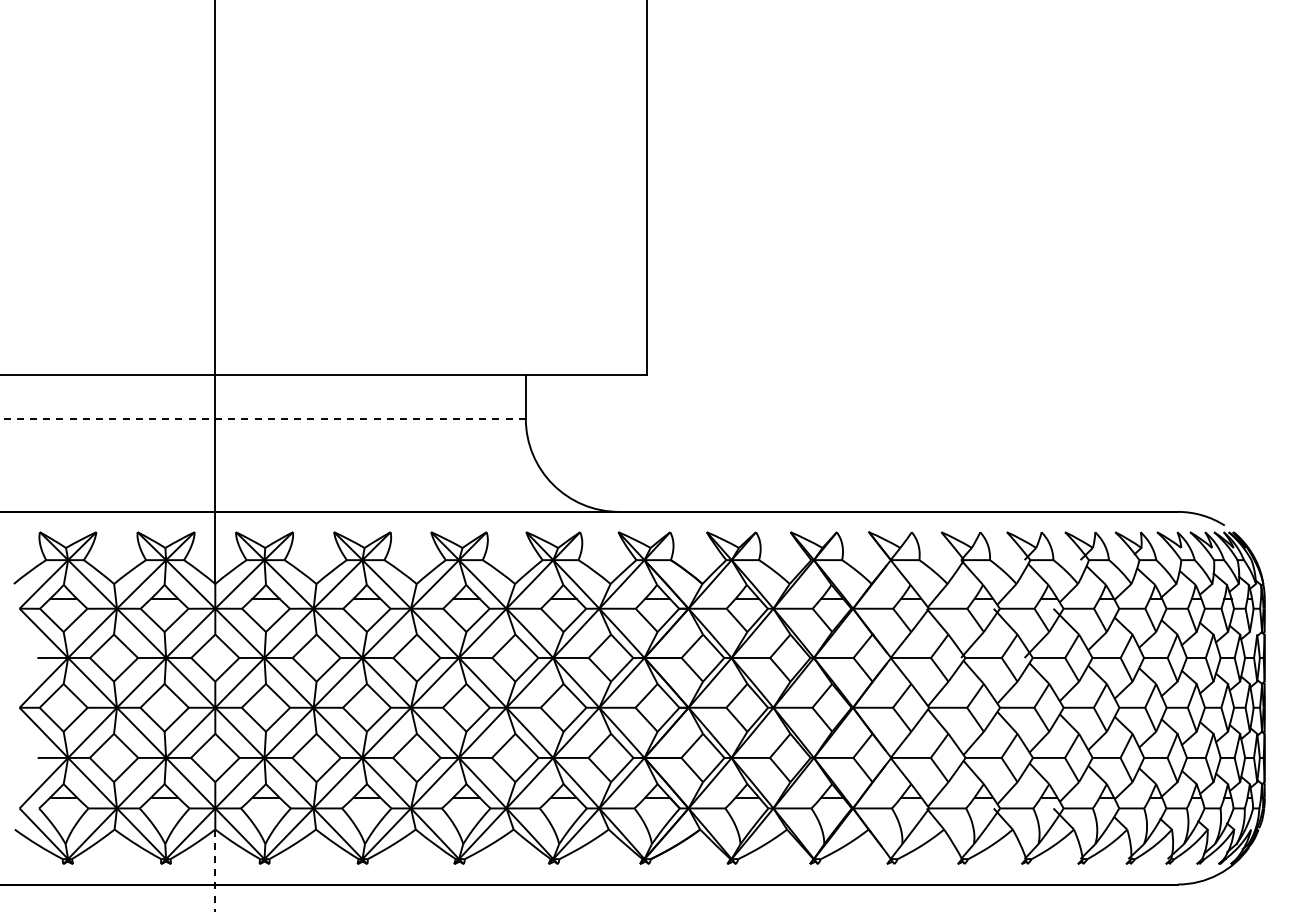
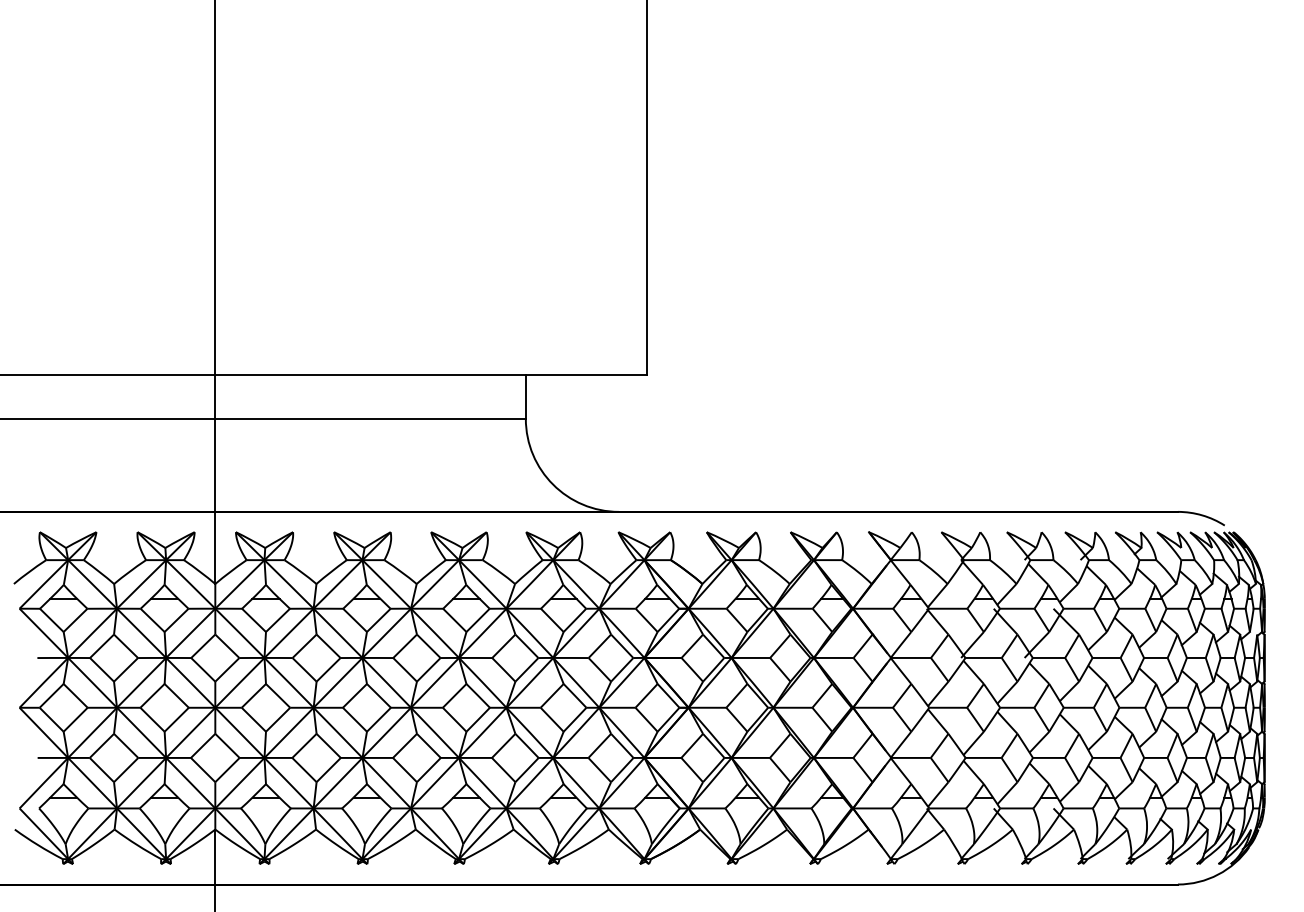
line at (263, 418): dashed -> solid
line at (215, 870): dashed -> solid
